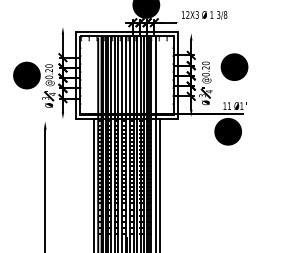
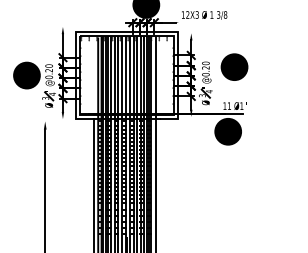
line at (159, 184): present -> none
